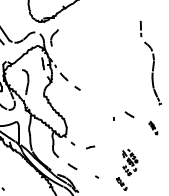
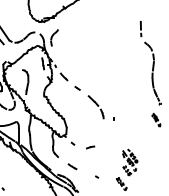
part at (95, 107): none -> present
part at (129, 114): present -> none
part at (153, 127) position: (153, 127) -> (156, 119)
